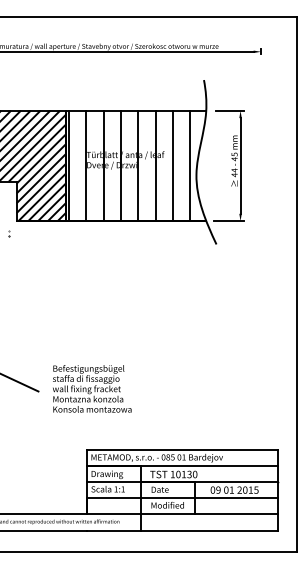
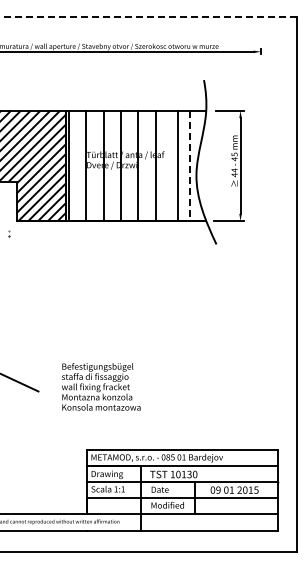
line at (148, 17): solid -> dashed
line at (173, 165) position: (173, 165) -> (178, 165)
line at (190, 166): solid -> dashed
text at (92, 388) position: (92, 388) -> (101, 386)
